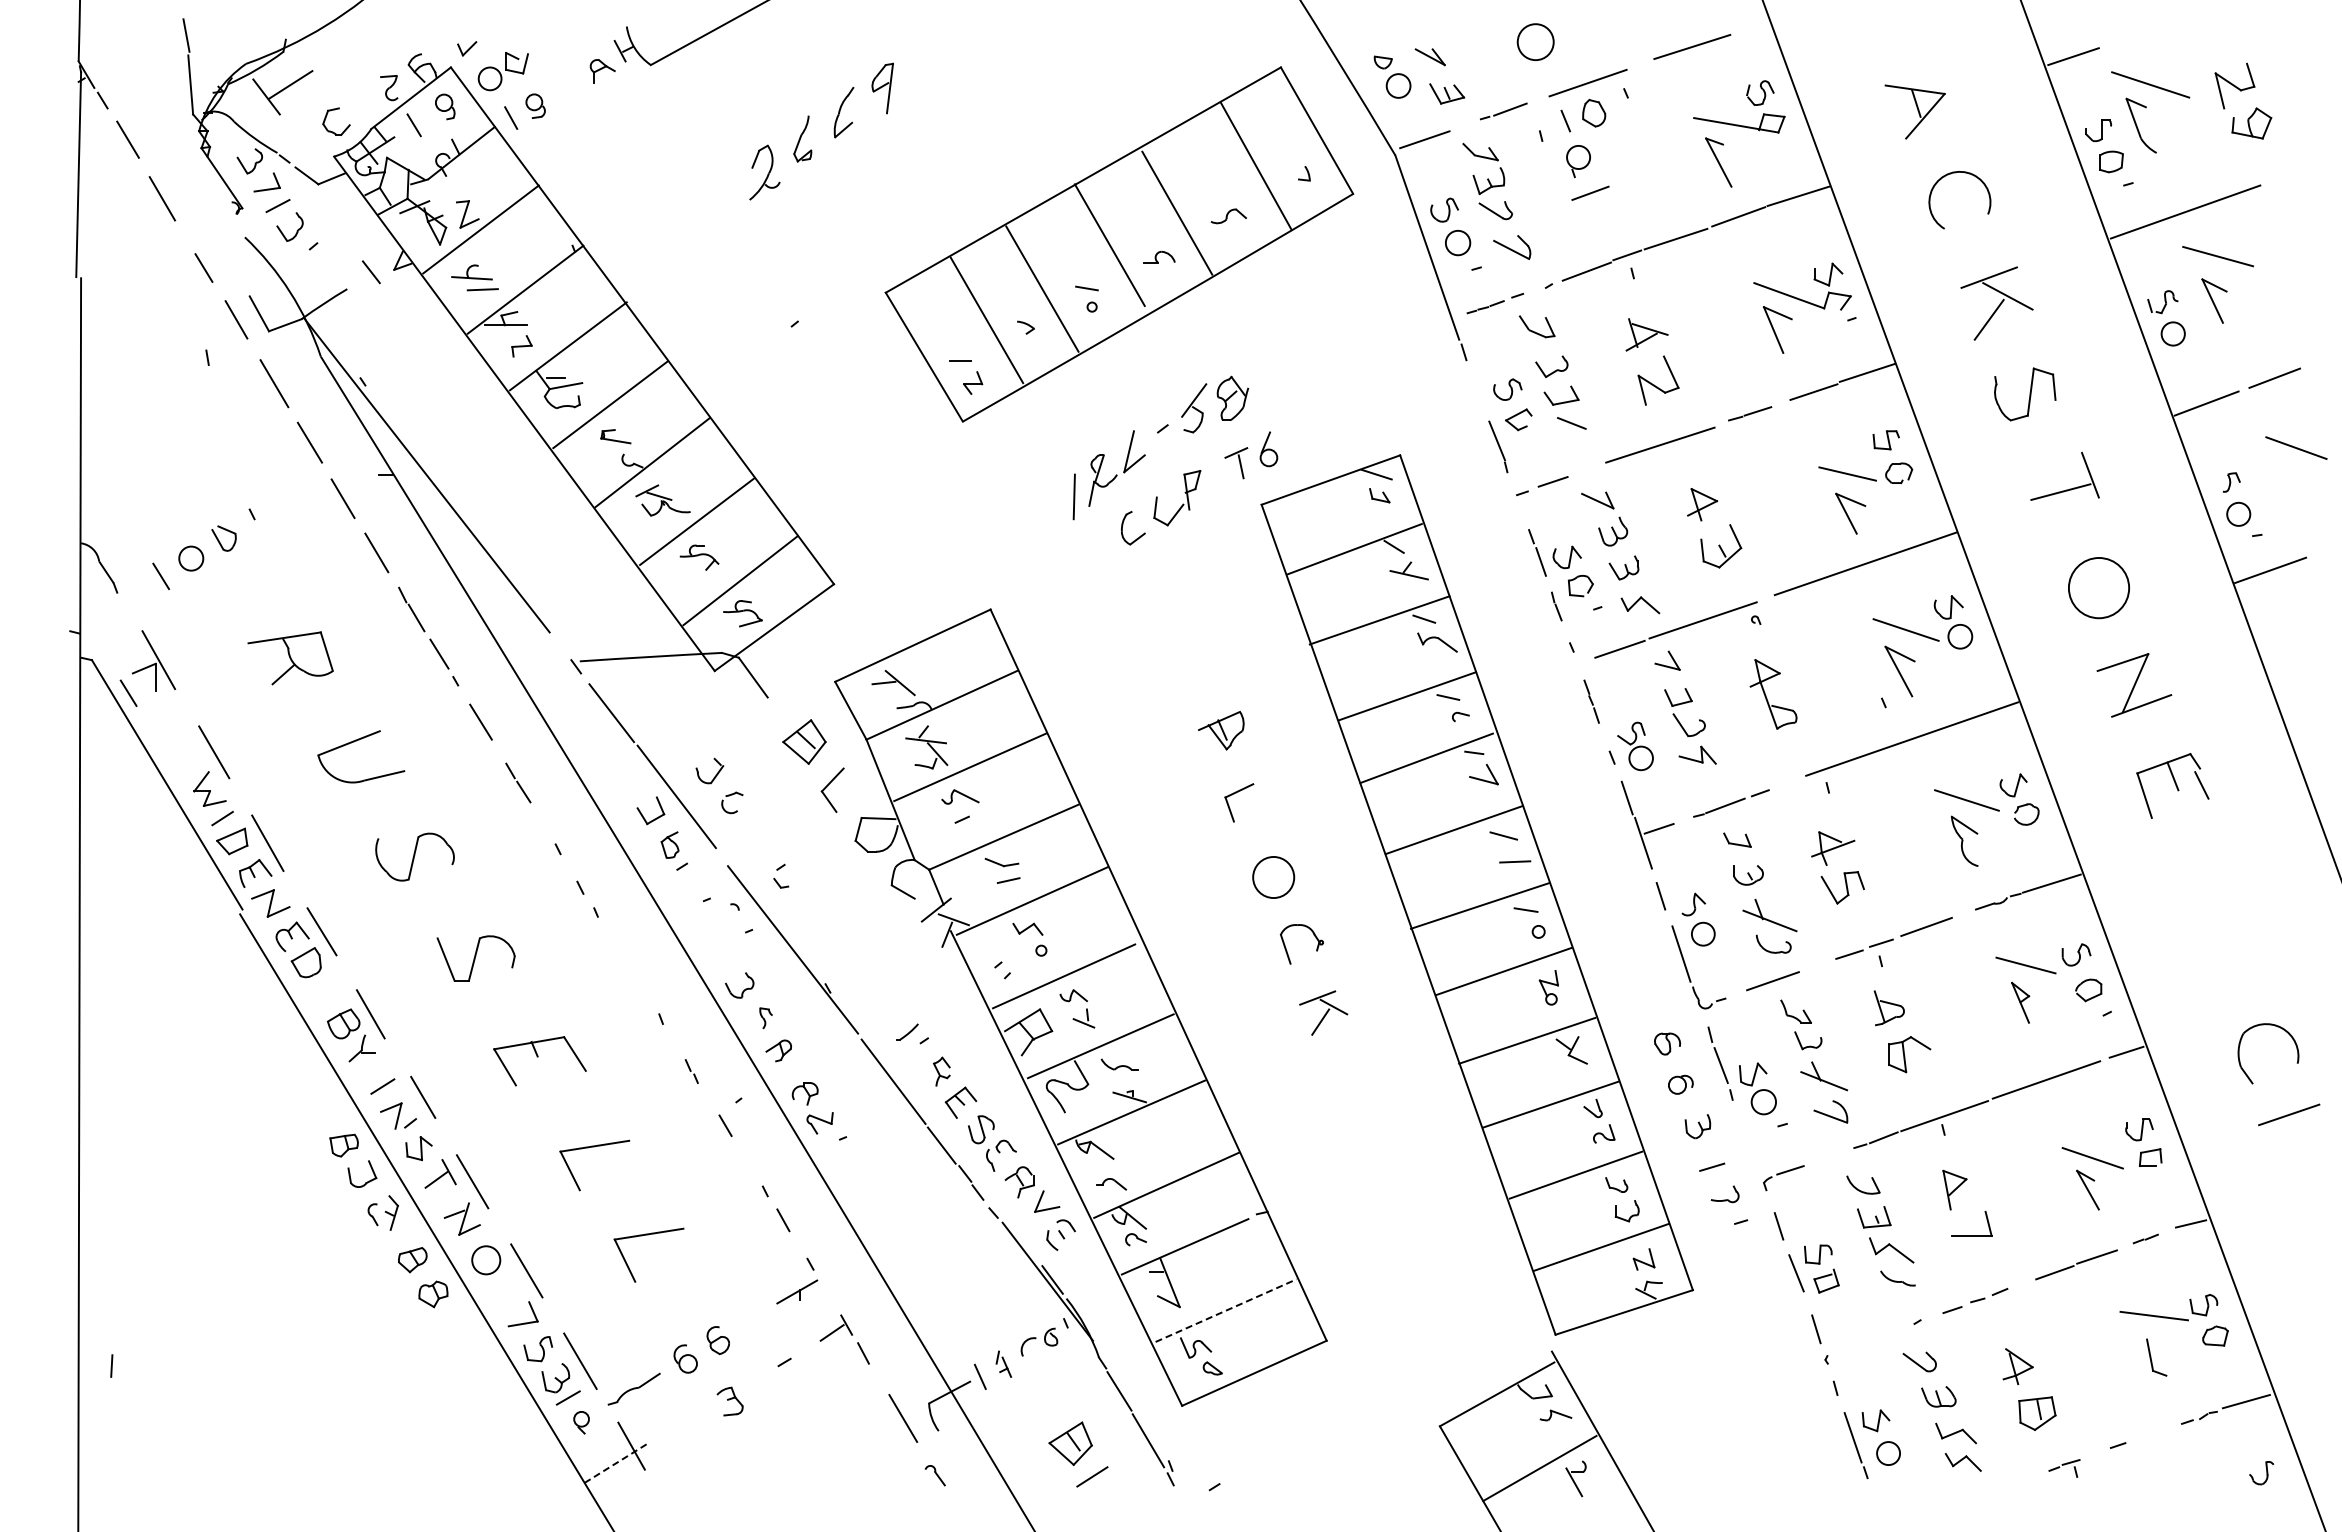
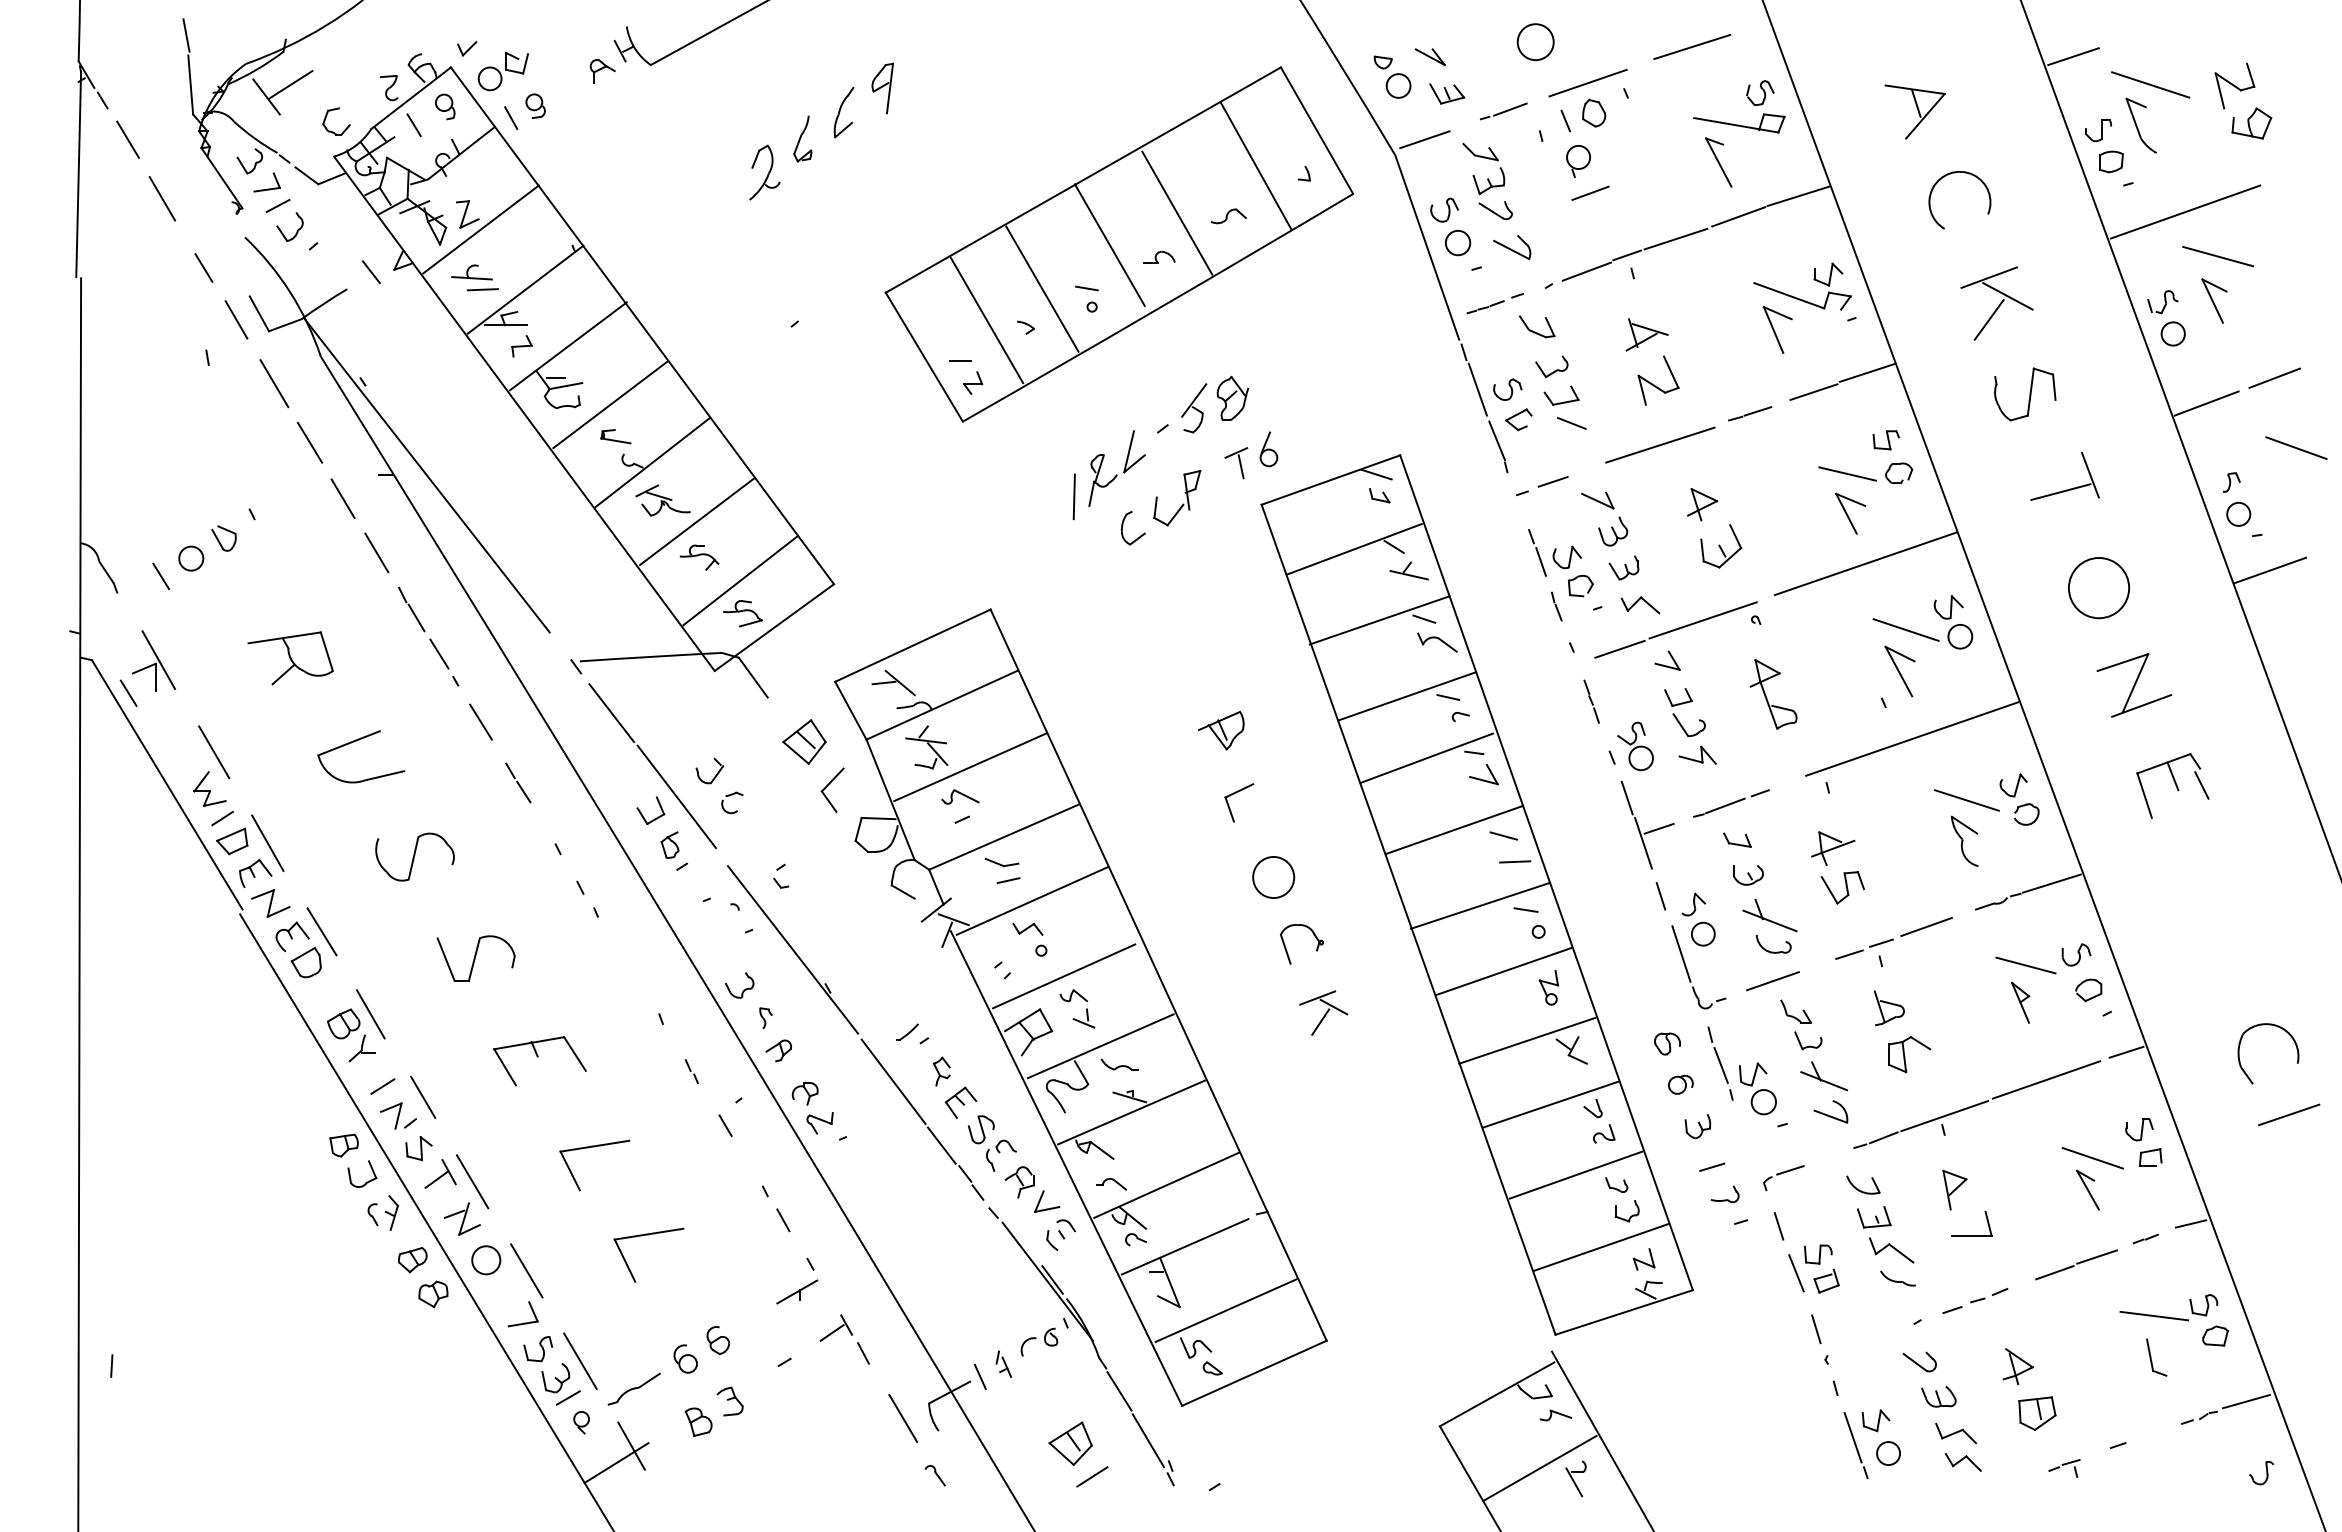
line at (1477, 389): none -> present
line at (1226, 1310): dashed -> solid
part at (698, 1421): none -> present
line at (616, 1463): dashed -> solid
